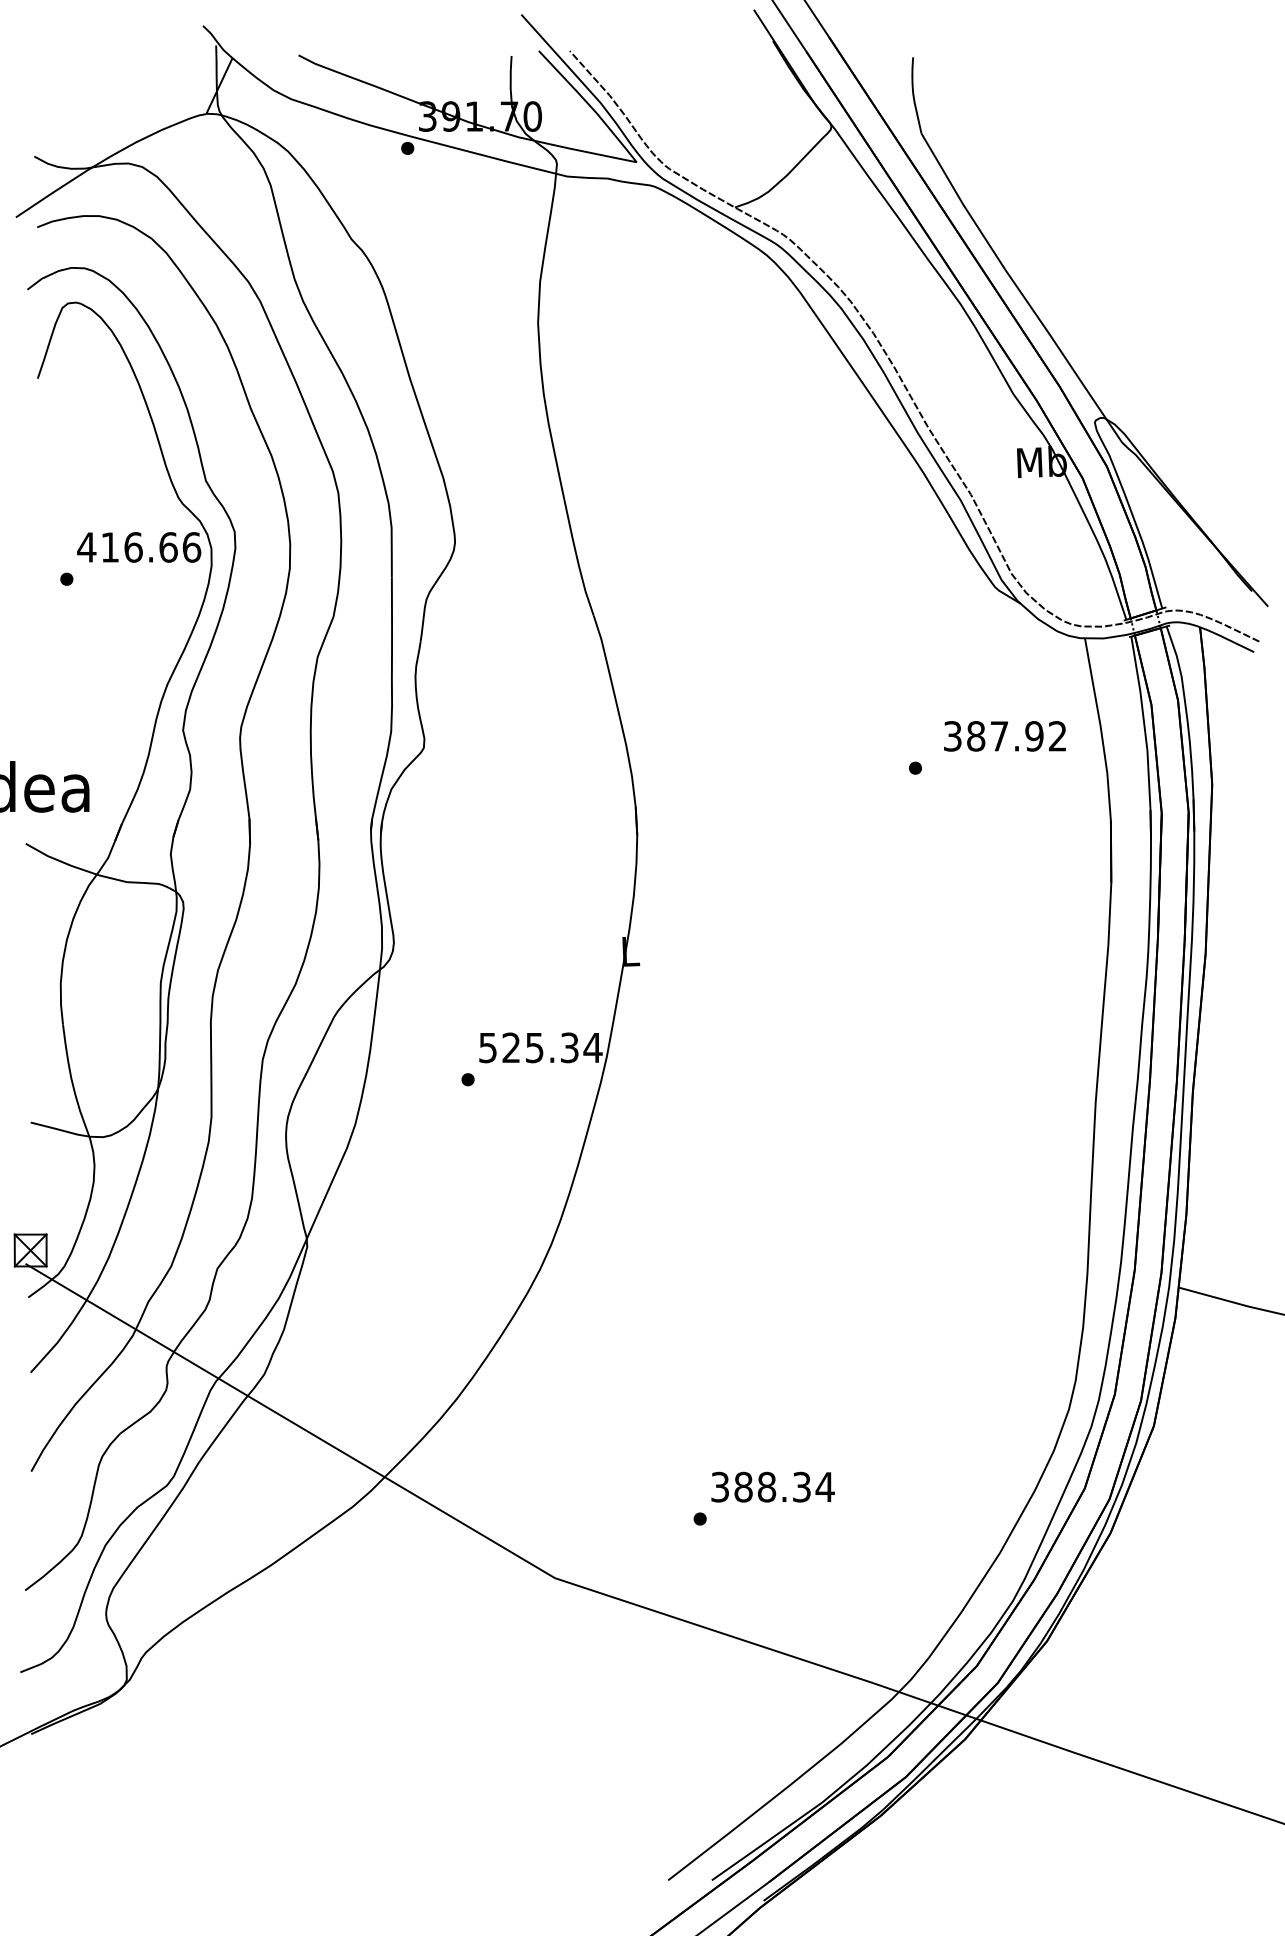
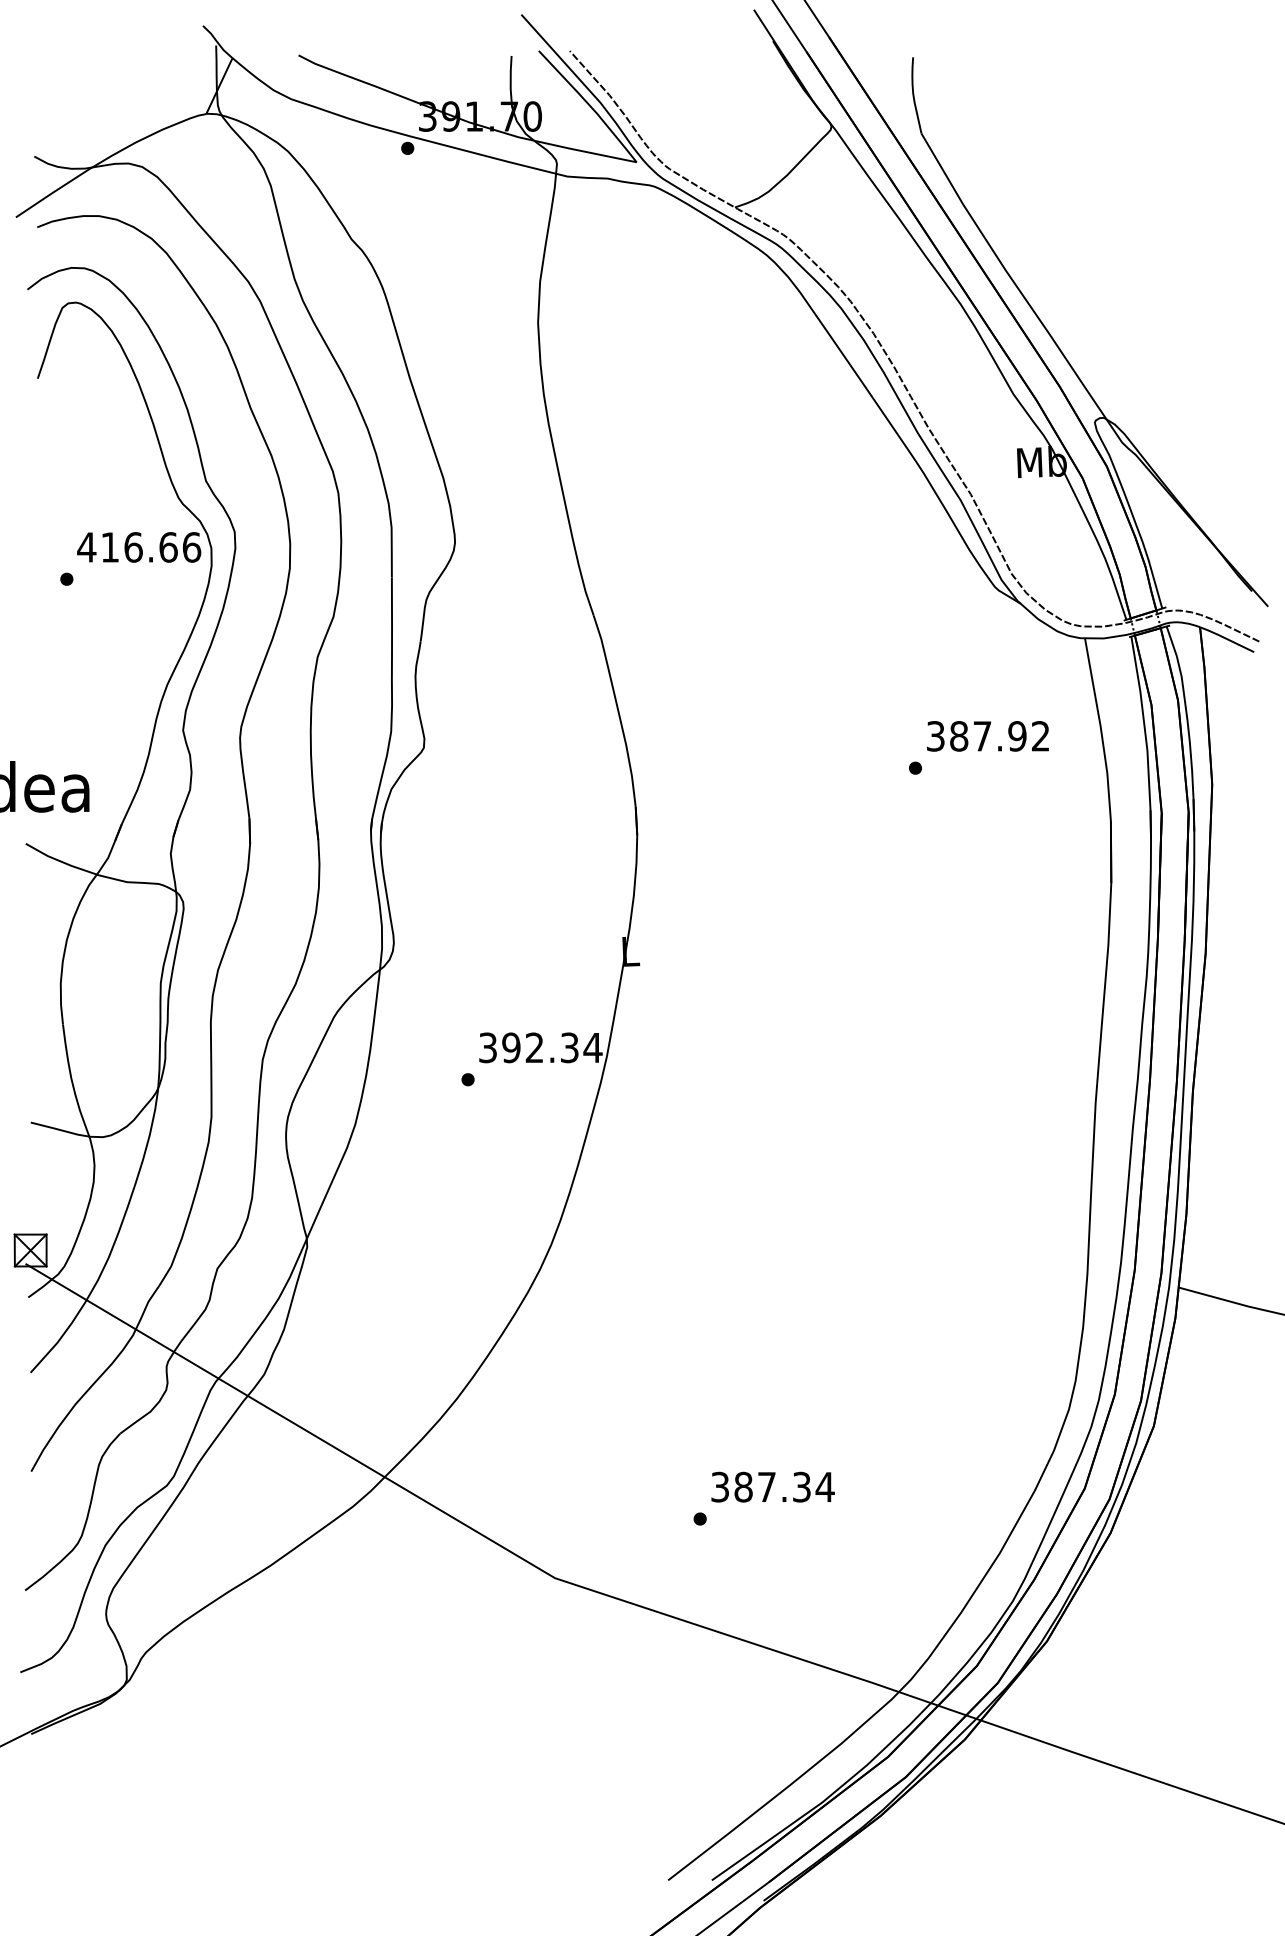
text at (1004, 736) position: (1004, 736) -> (987, 736)
text at (511, 1047): 525.34 -> 392.34
text at (766, 1486): 388.34 -> 387.34
